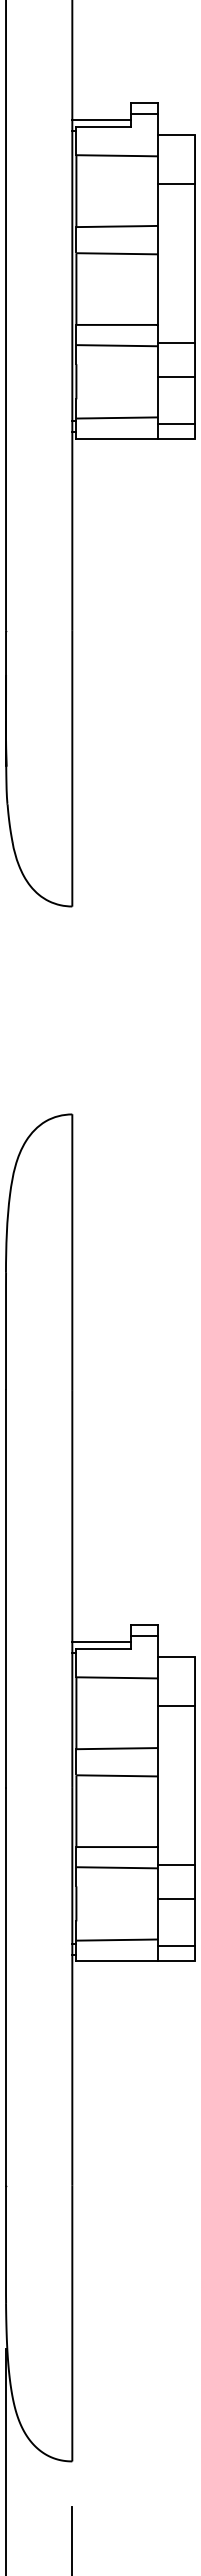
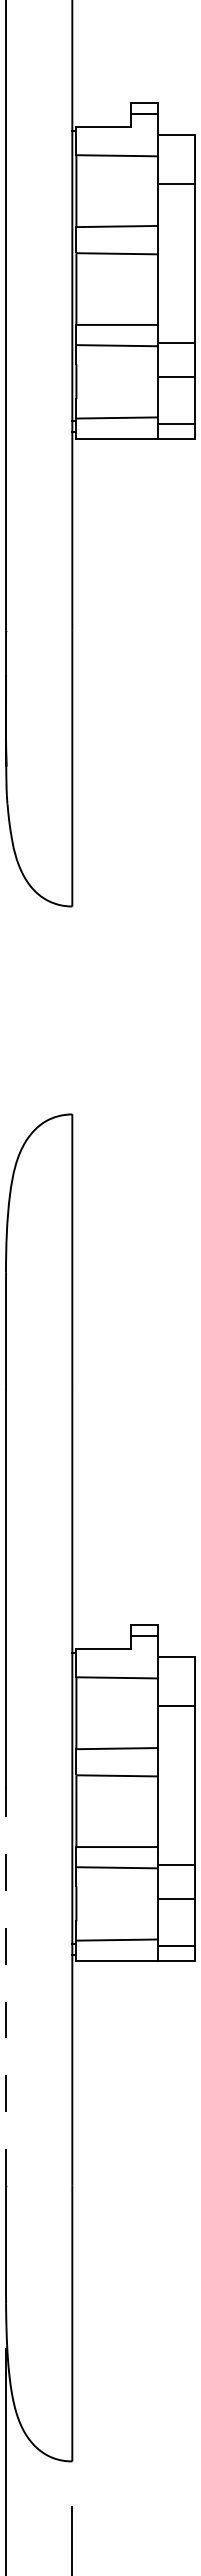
line at (101, 120): present -> none
line at (101, 1642): present -> none
line at (6, 1986): solid -> dashed
